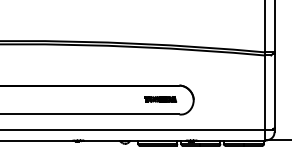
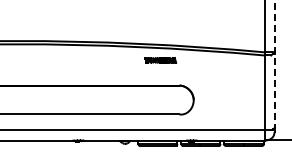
line at (274, 64): solid -> dashed
part at (160, 99) position: (160, 99) -> (160, 60)
